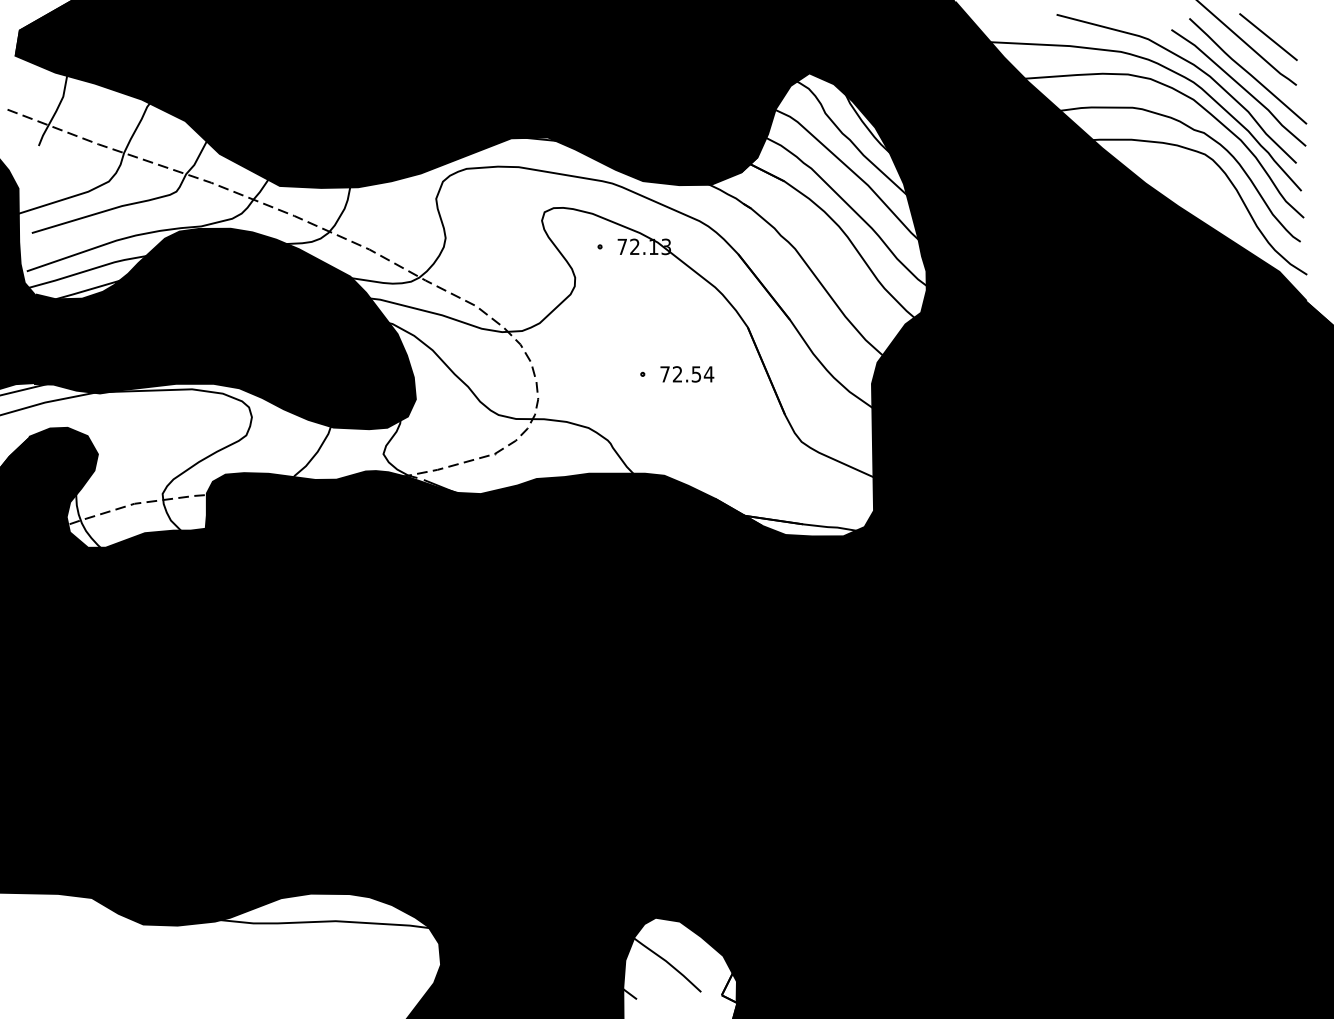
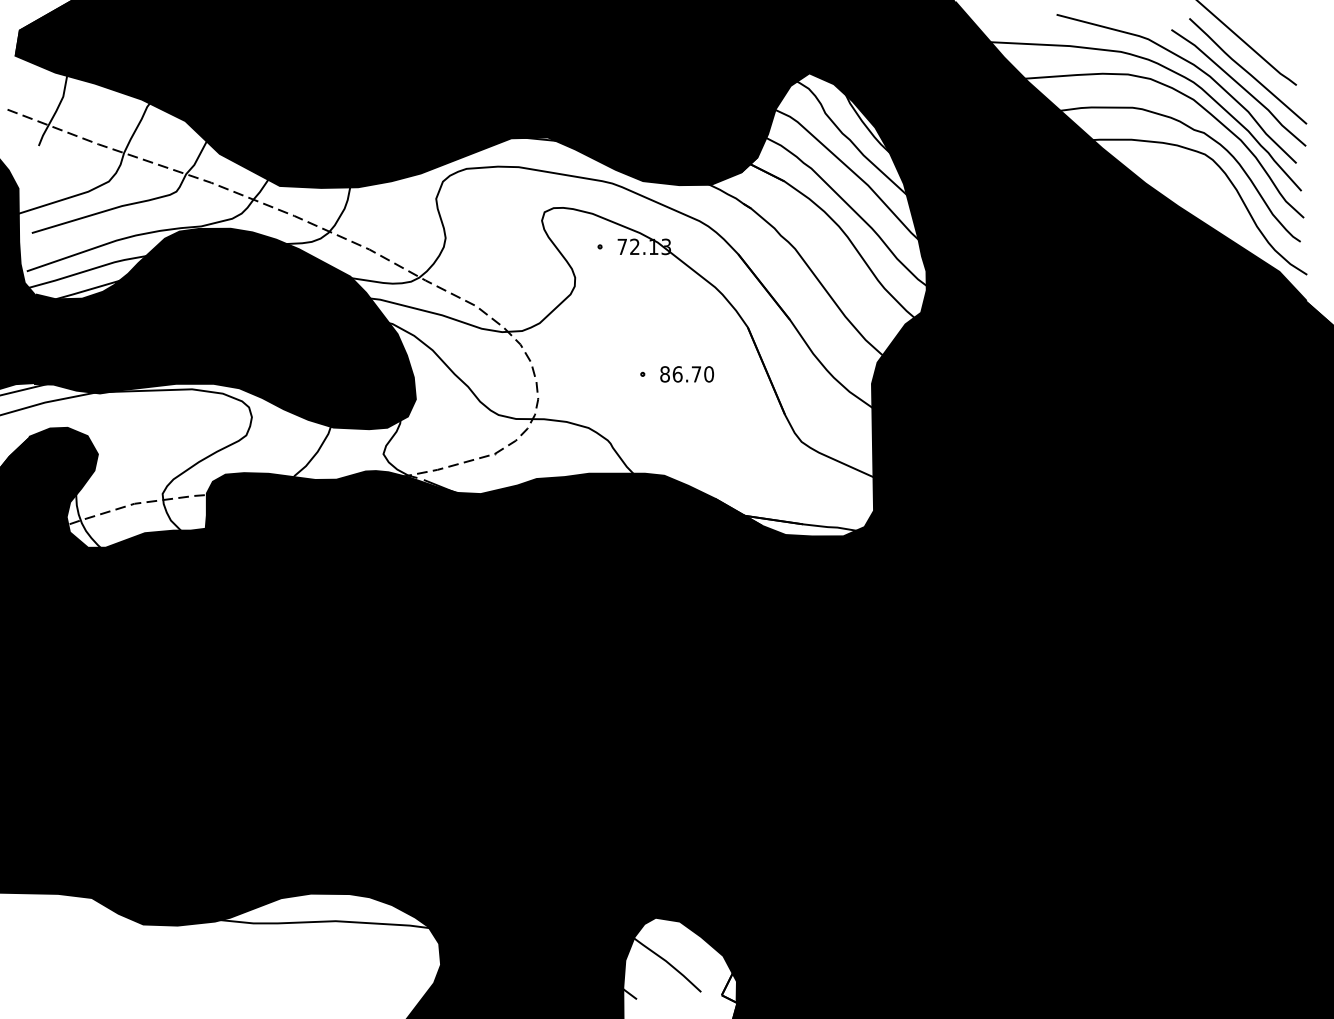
line at (1268, 36): present -> none
text at (687, 374): 72.54 -> 86.70
